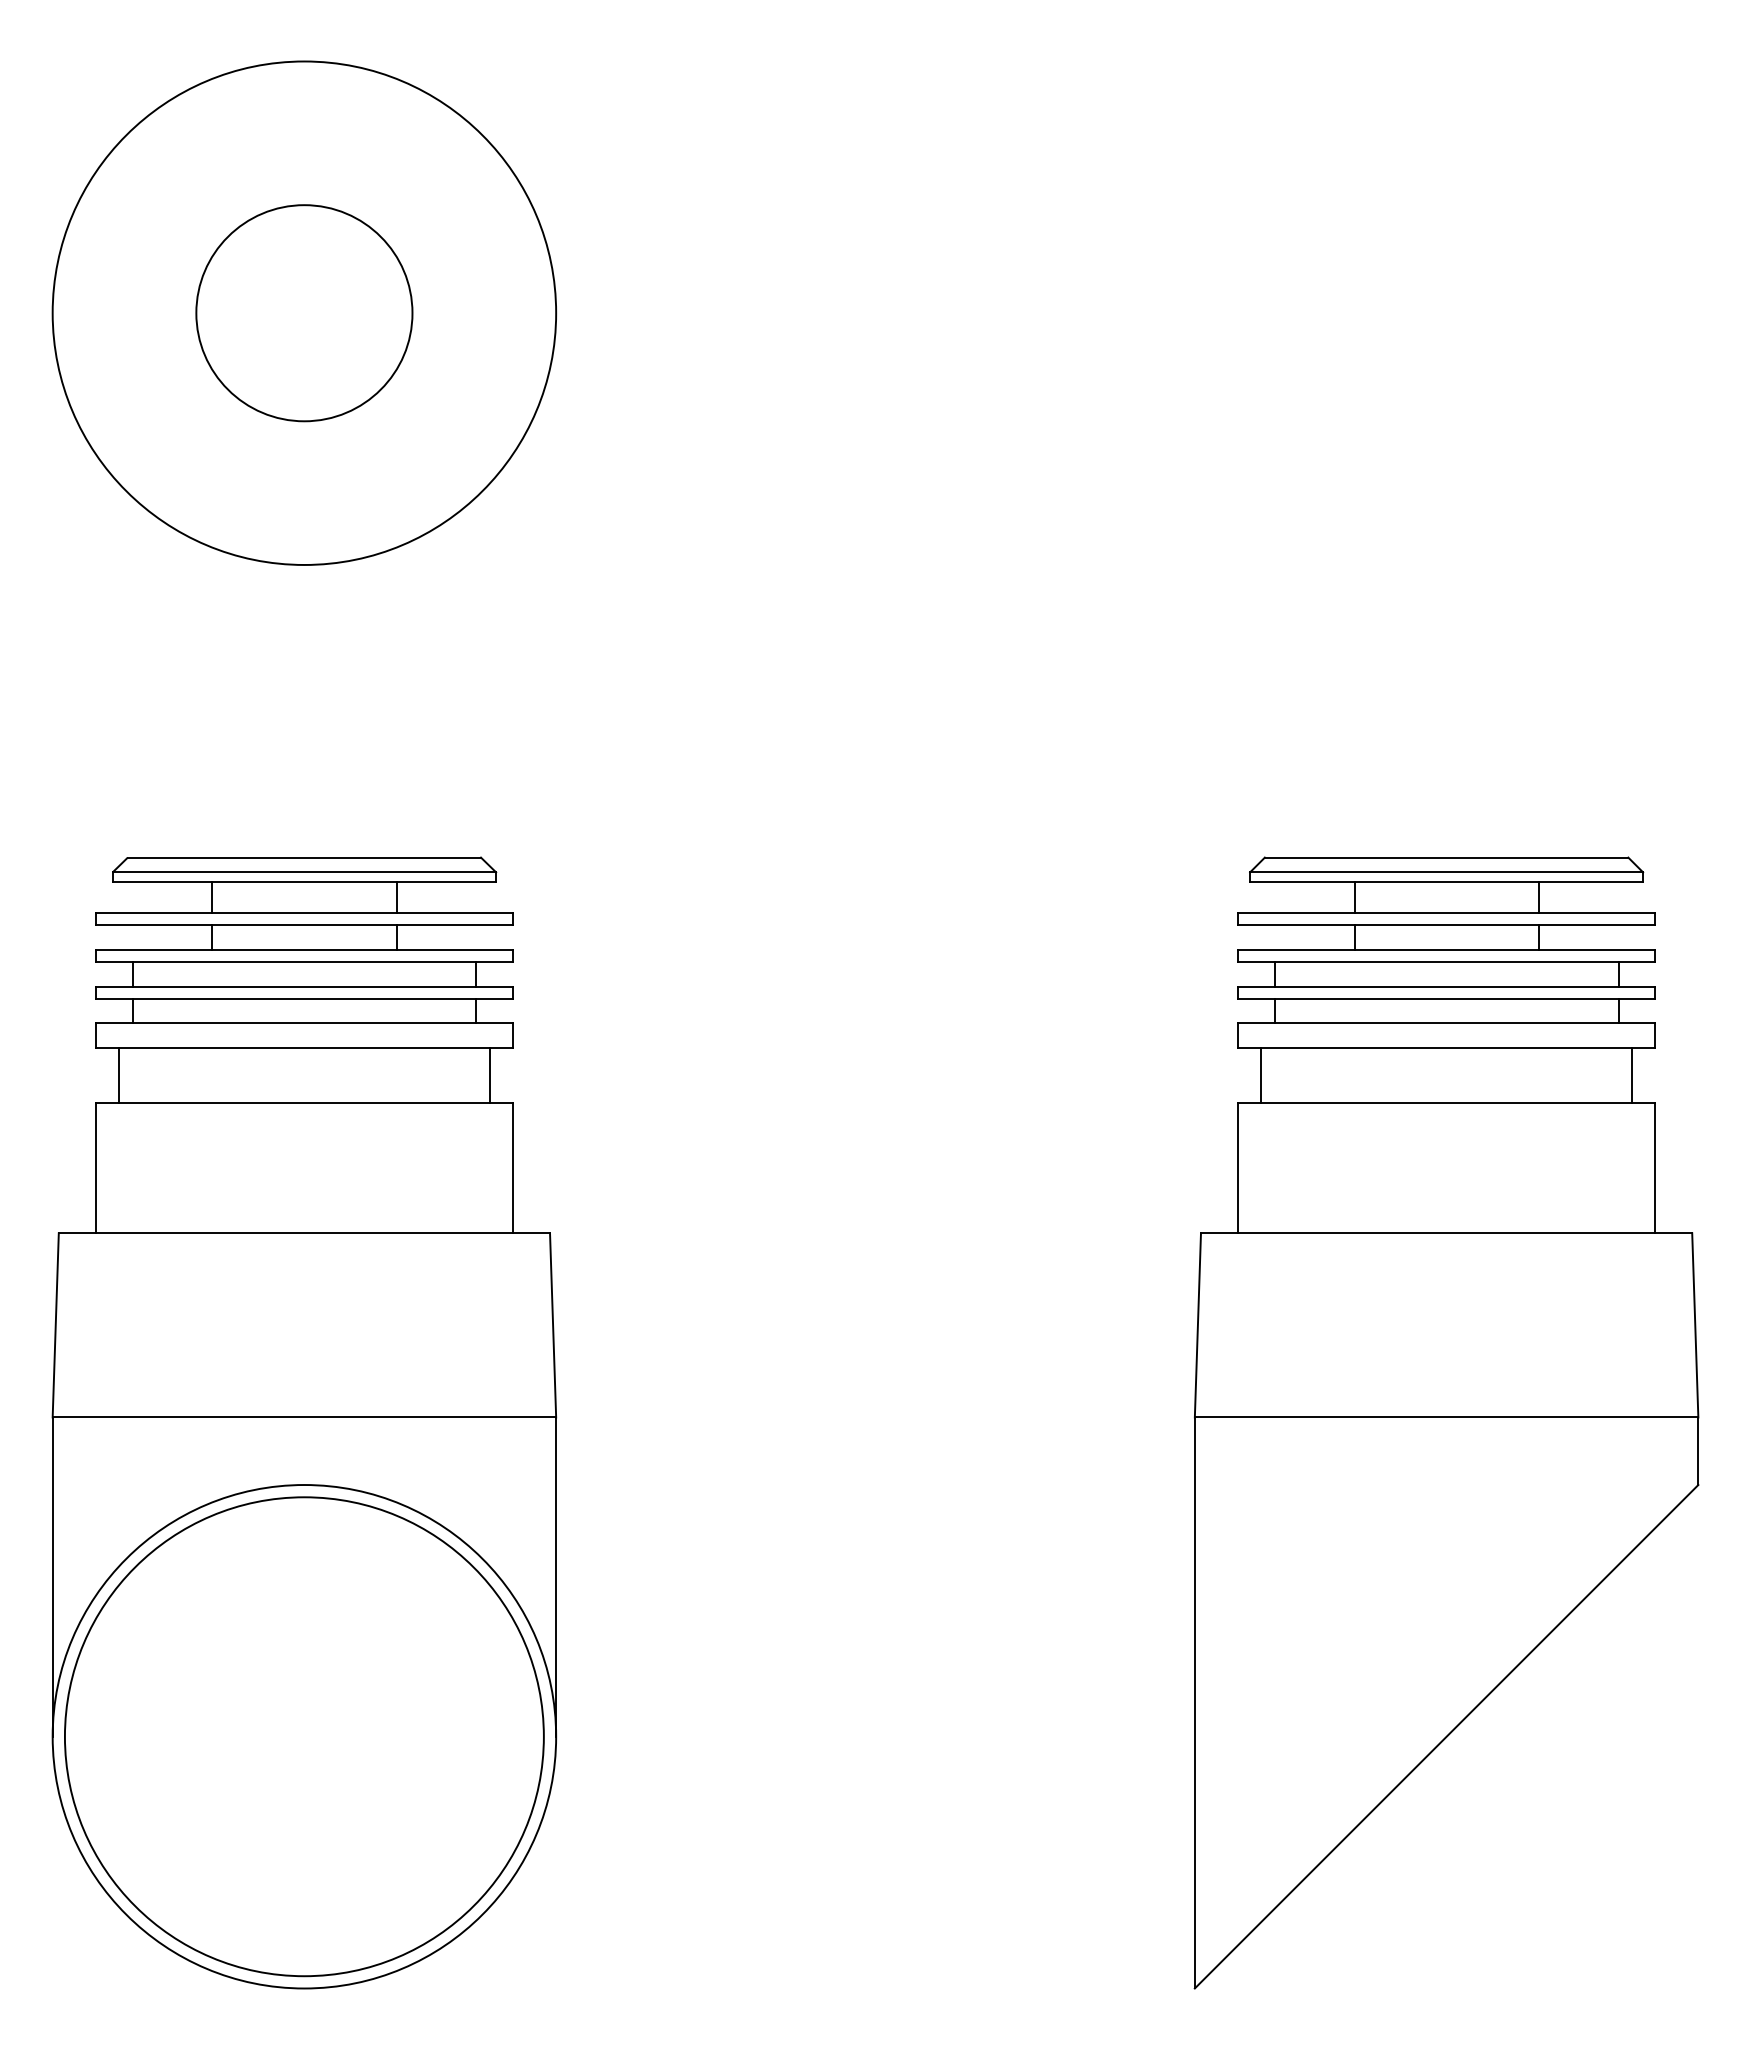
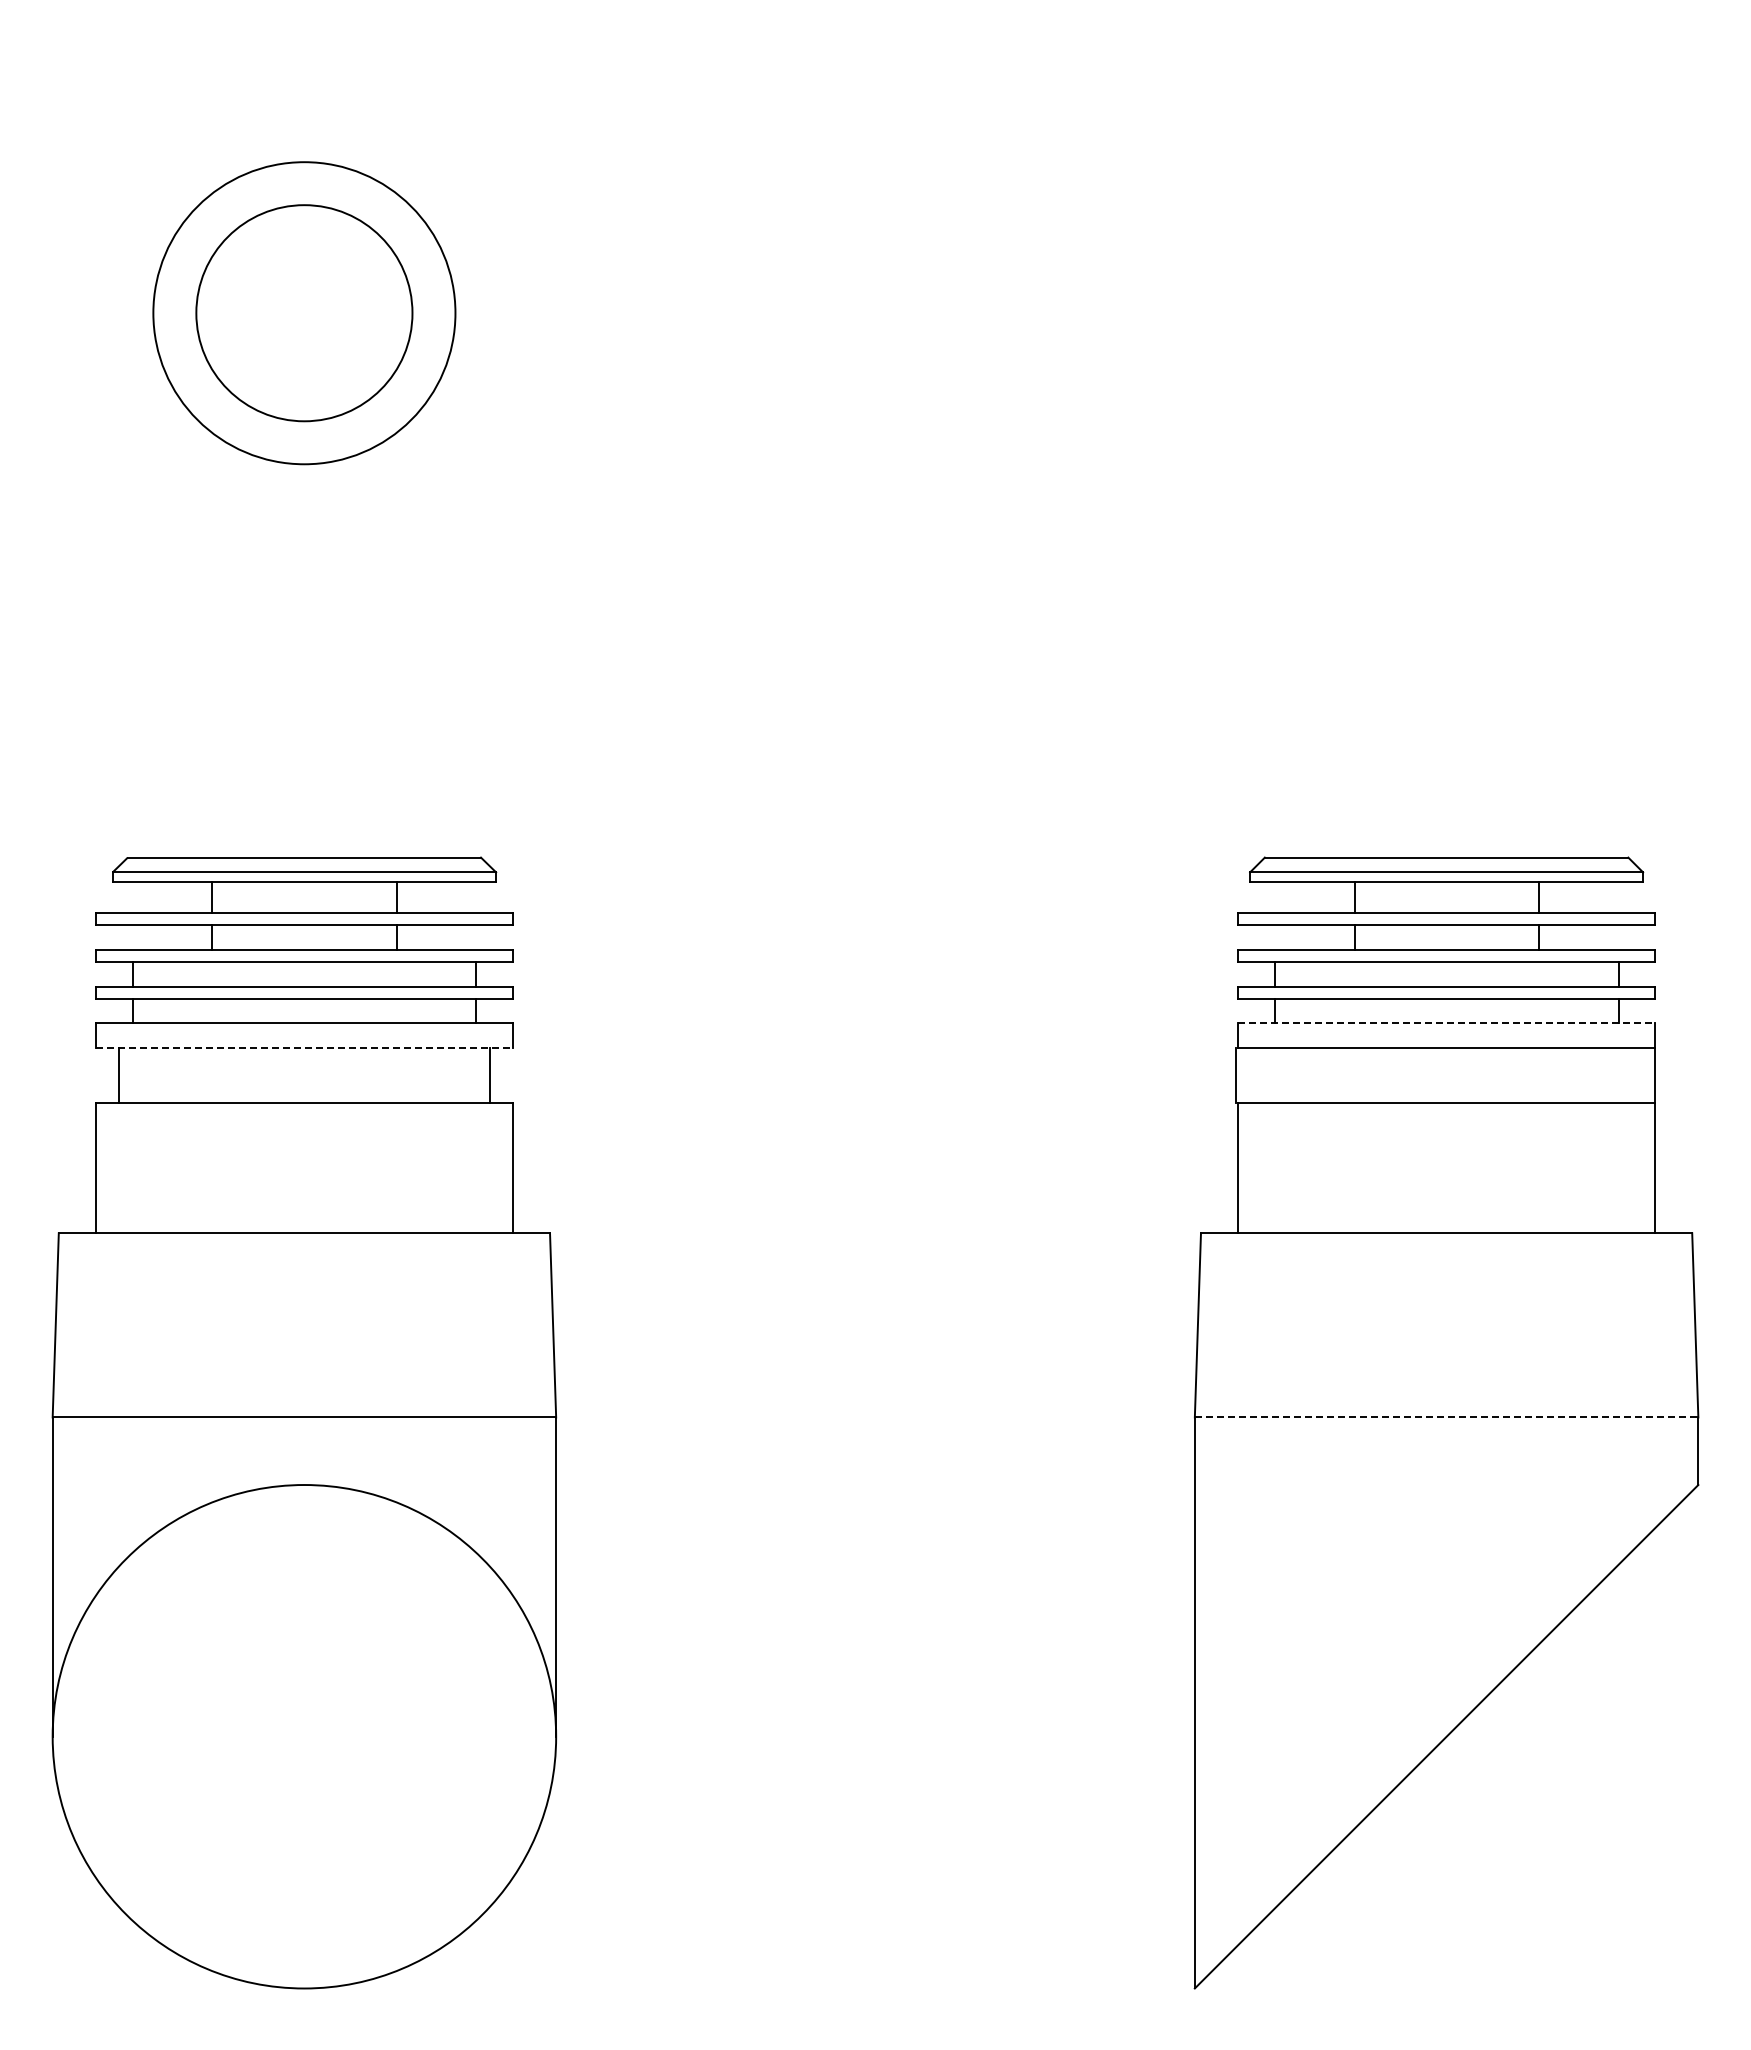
circle at (304, 312) diameter: 503 px -> 302 px
line at (1446, 1023): solid -> dashed
line at (304, 1047): solid -> dashed
line at (1261, 1075) position: (1261, 1075) -> (1236, 1075)
line at (1632, 1075) position: (1632, 1075) -> (1655, 1075)
line at (1446, 1417): solid -> dashed
circle at (304, 1736): present -> none
